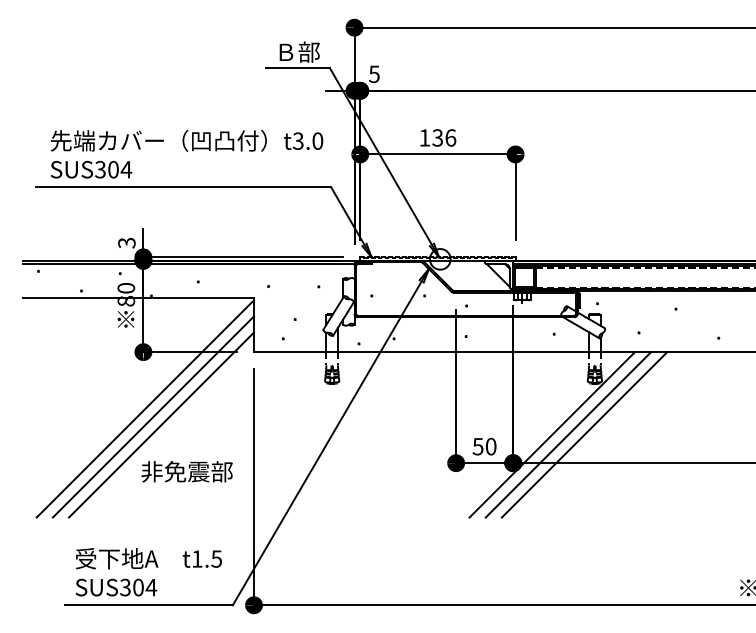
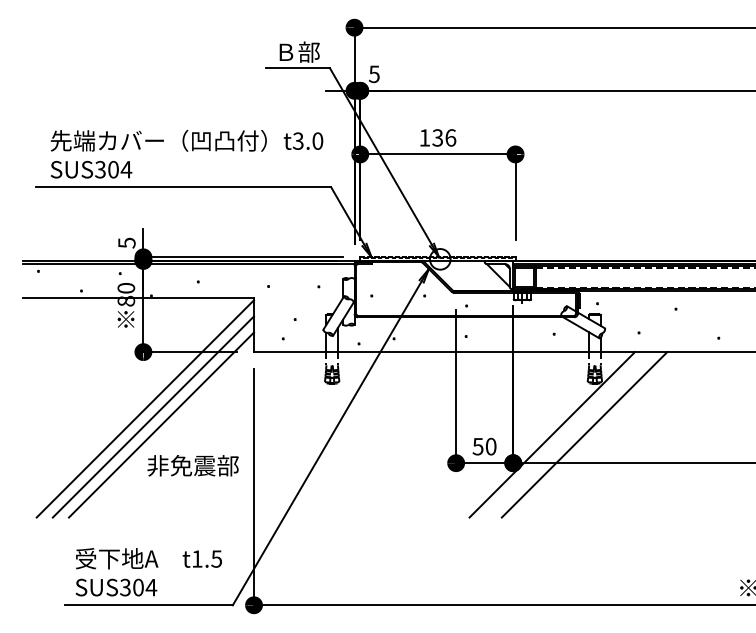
text at (126, 242): 3 -> 5
line at (568, 434): present -> none
text at (186, 471) position: (186, 471) -> (192, 465)
